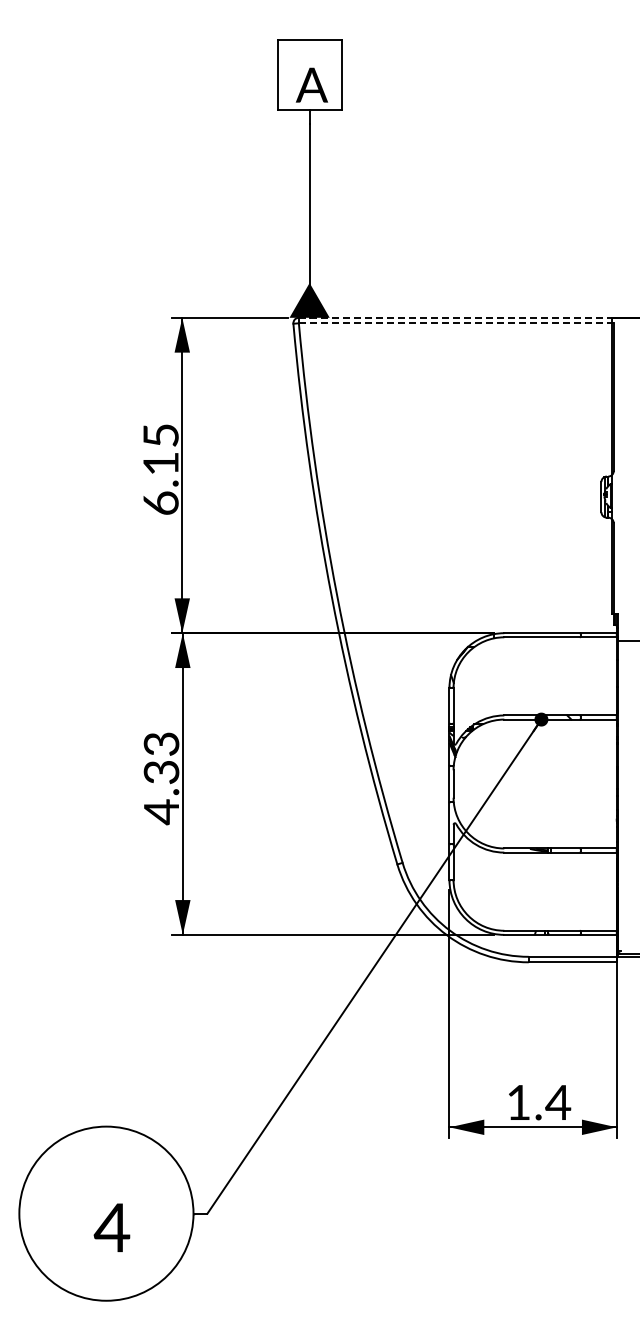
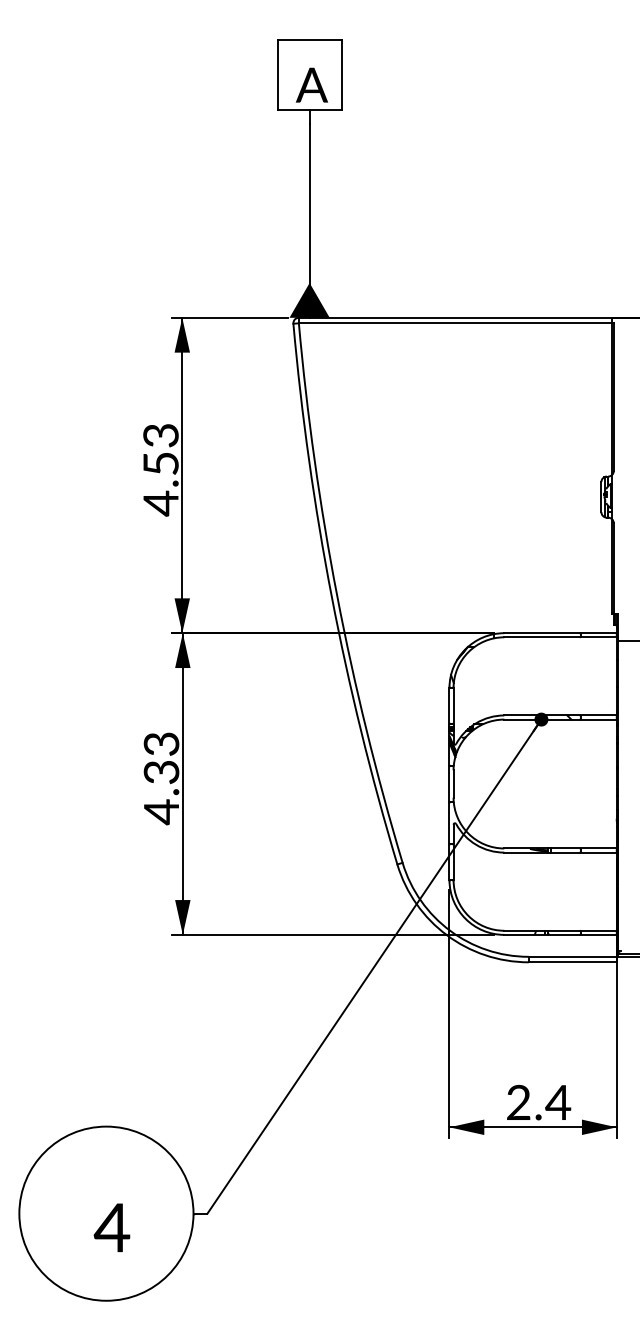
line at (455, 317): dashed -> solid
line at (455, 323): dashed -> solid
text at (160, 470): 6.15 -> 4.53
text at (518, 1101): 1.4 -> 2.4
